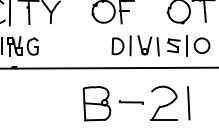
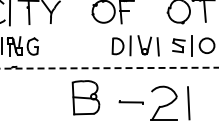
part at (188, 45) position: (188, 45) -> (193, 45)
line at (109, 68): solid -> dashed
part at (96, 103) position: (96, 103) -> (85, 97)
